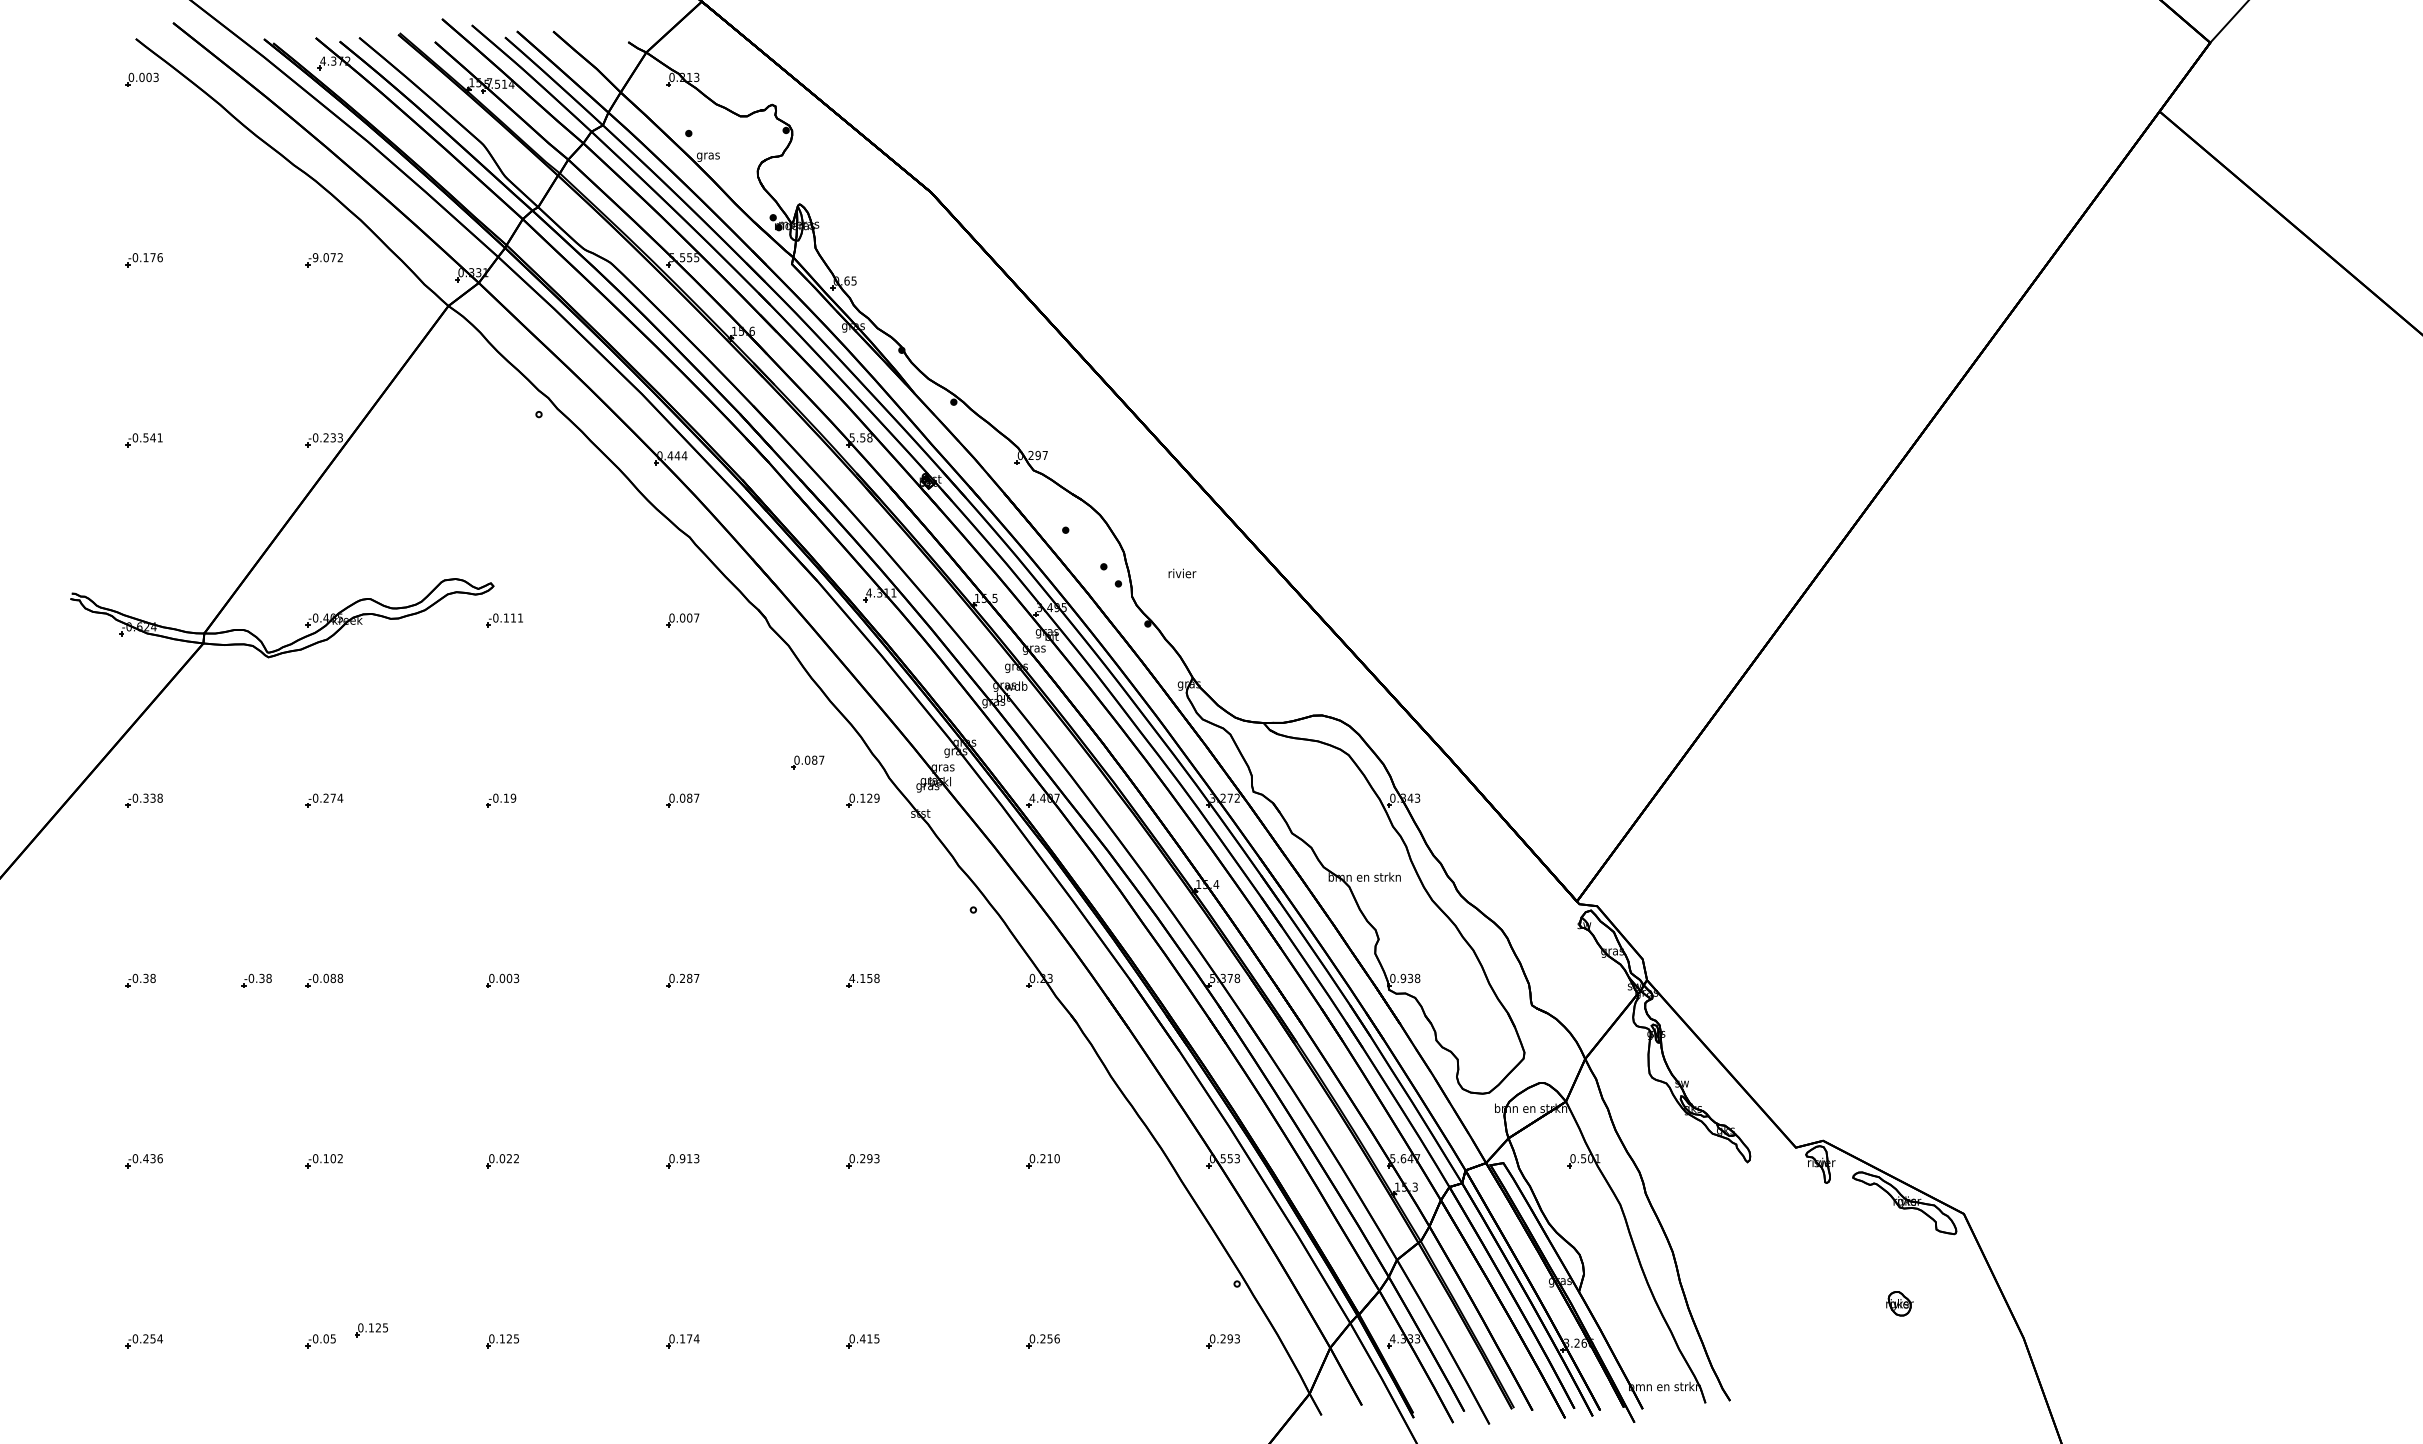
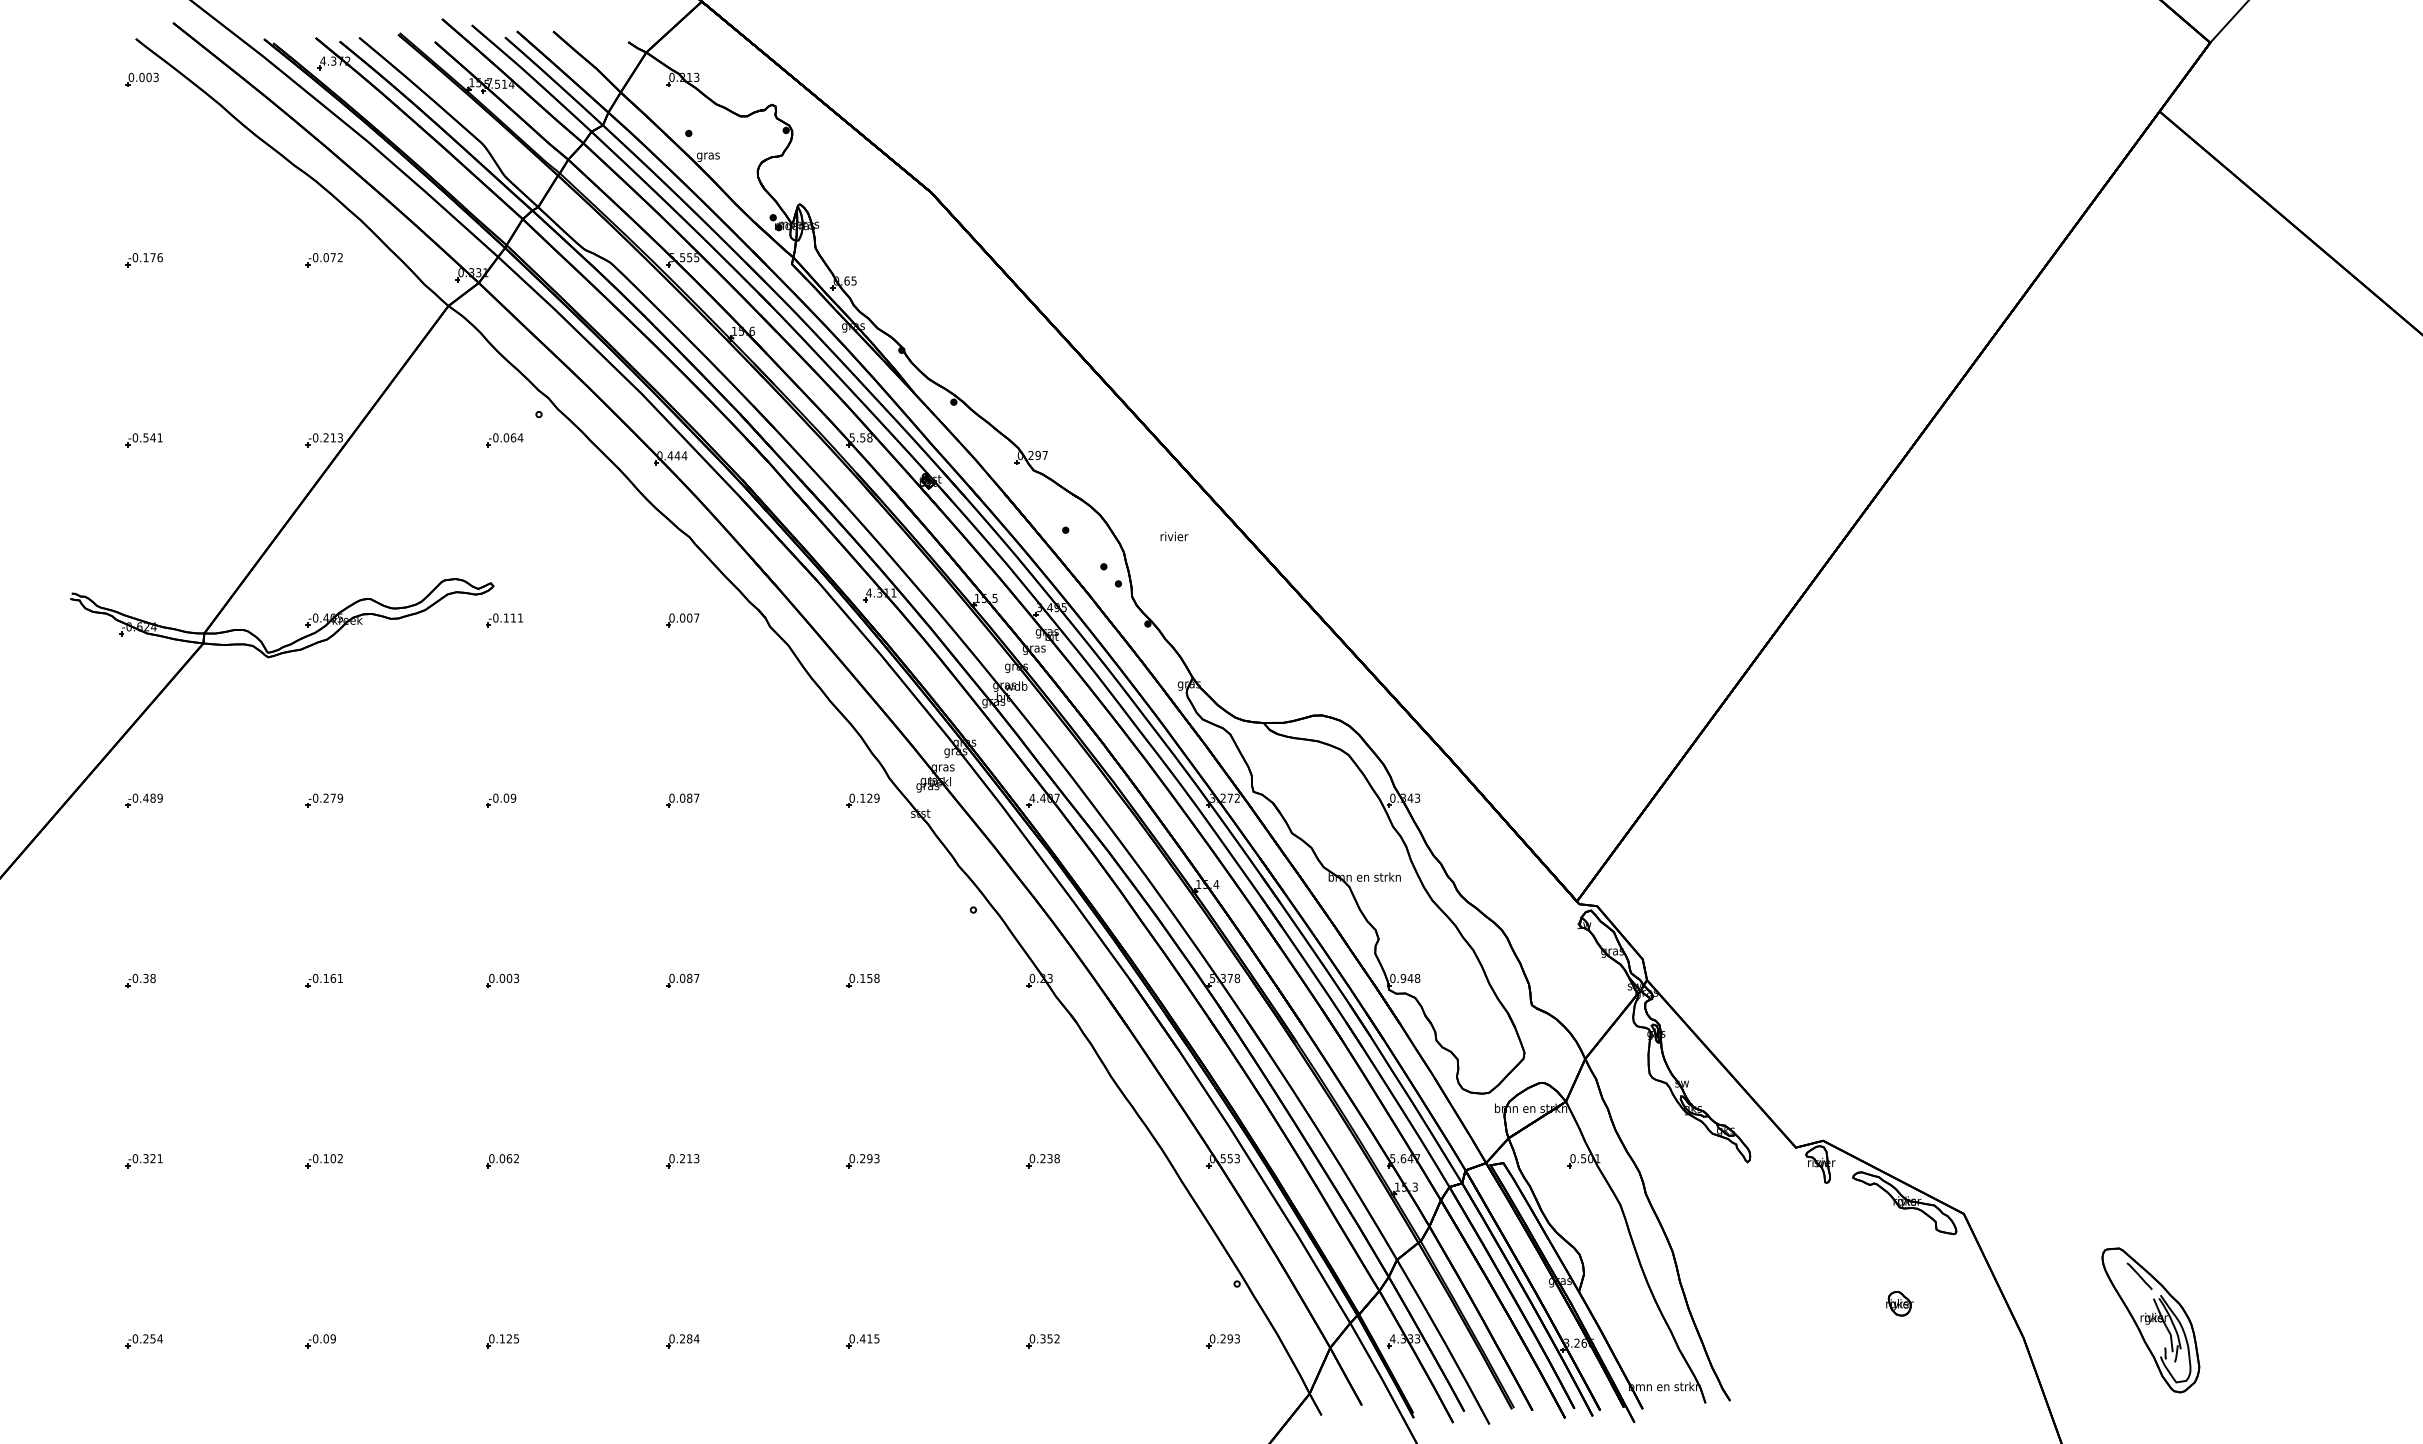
text at (315, 257): -9.072 -> -0.072
text at (332, 437): -0.233 -> -0.213
part at (504, 440): none -> present
text at (1182, 573) position: (1182, 573) -> (1174, 536)
part at (807, 762): present -> none
text at (152, 797): -0.338 -> -0.489
text at (340, 797): -0.274 -> -0.279
text at (506, 797): -0.19 -> -0.09
text at (333, 978): -0.088 -> -0.161
text at (682, 978): 0.287 -> 0.087
text at (852, 978): 4.158 -> 0.158
text at (1410, 978): 0.938 -> 0.948
part at (256, 980): present -> none
text at (152, 1158): -0.436 -> -0.321
text at (509, 1158): 0.022 -> 0.062
text at (682, 1158): 0.913 -> 0.213
text at (1053, 1158): 0.210 -> 0.238
part at (2150, 1320): none -> present
part at (371, 1330): present -> none
text at (332, 1338): -0.05 -> -0.09
text at (686, 1338): 0.174 -> 0.284
text at (1049, 1338): 0.256 -> 0.352
